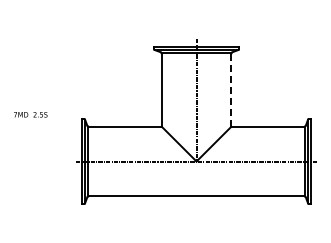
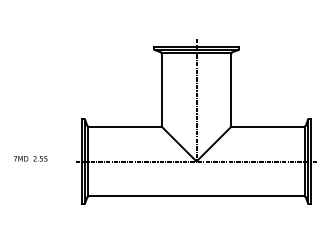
line at (231, 91): dashed -> solid
text at (30, 114) position: (30, 114) -> (30, 158)
